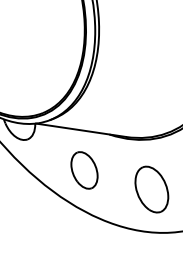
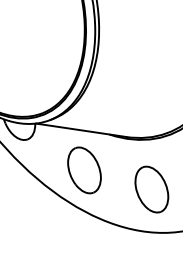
part at (84, 170) size: 29x39 px -> 35x49 px
